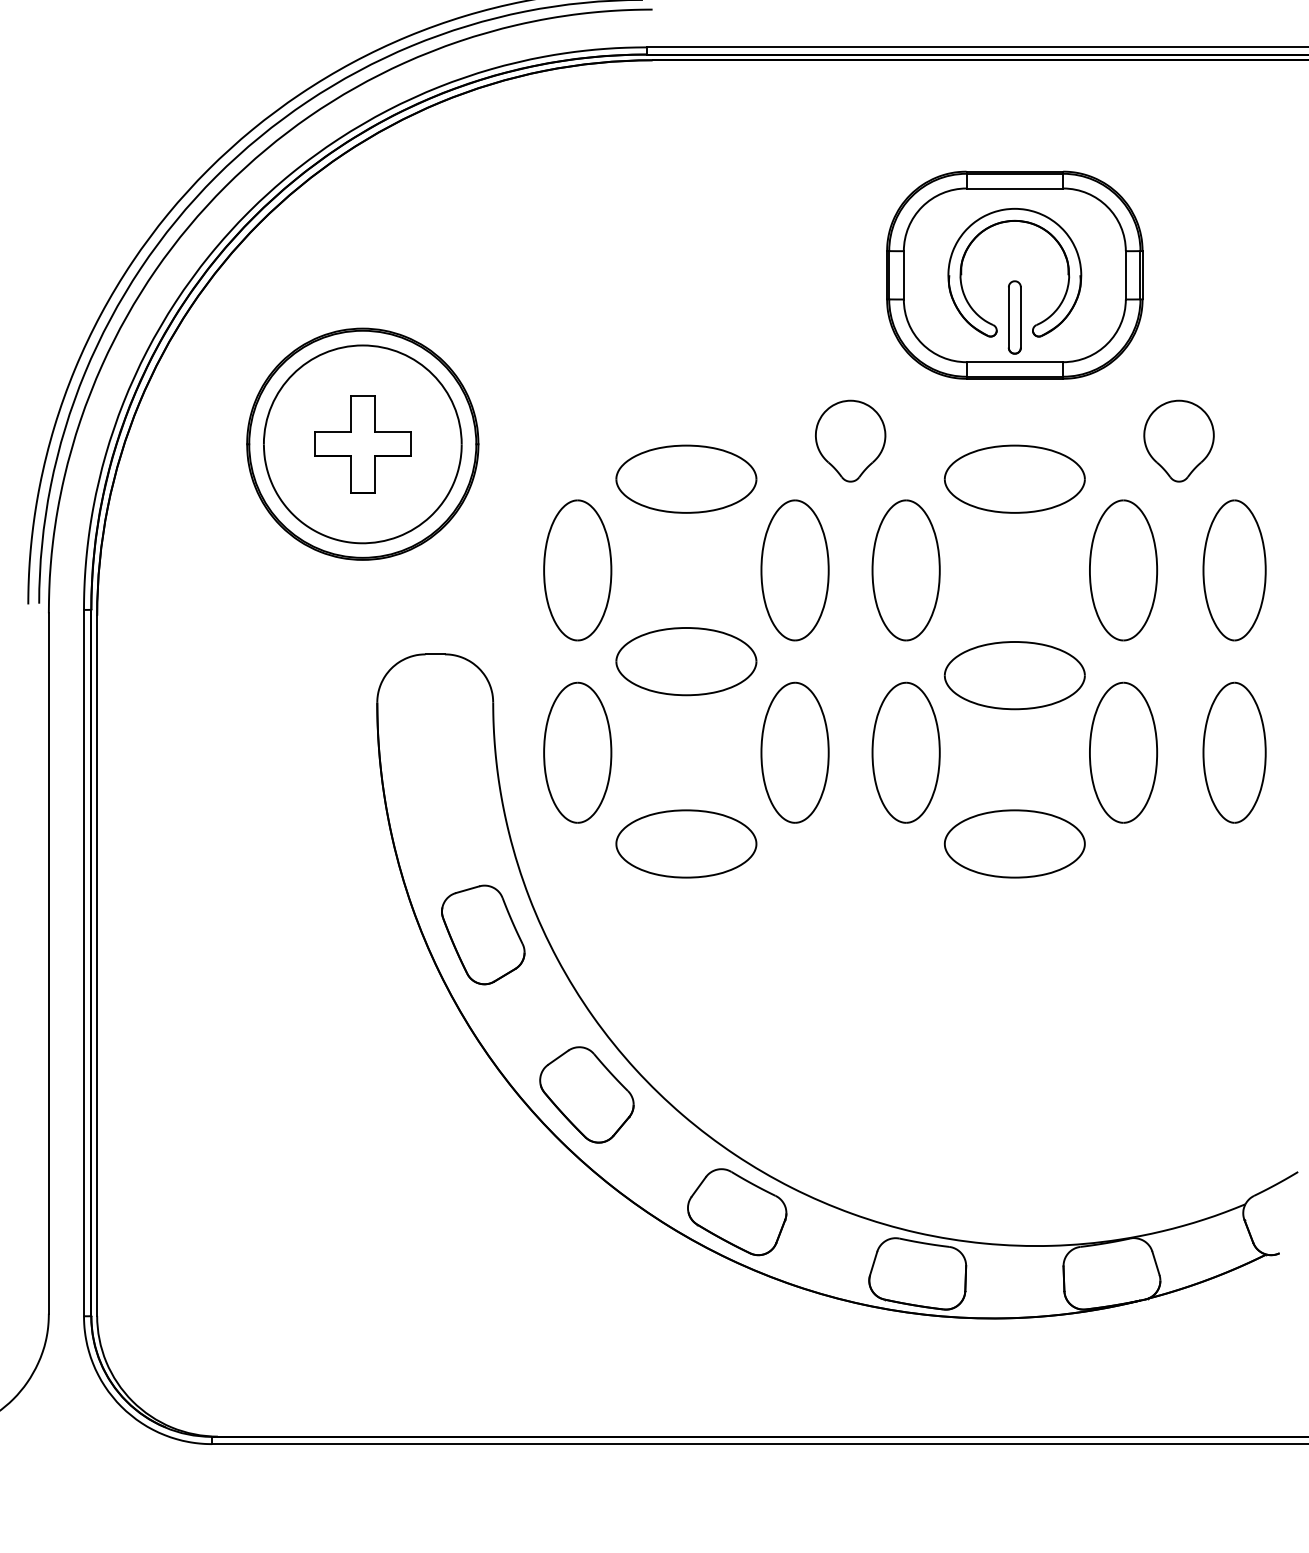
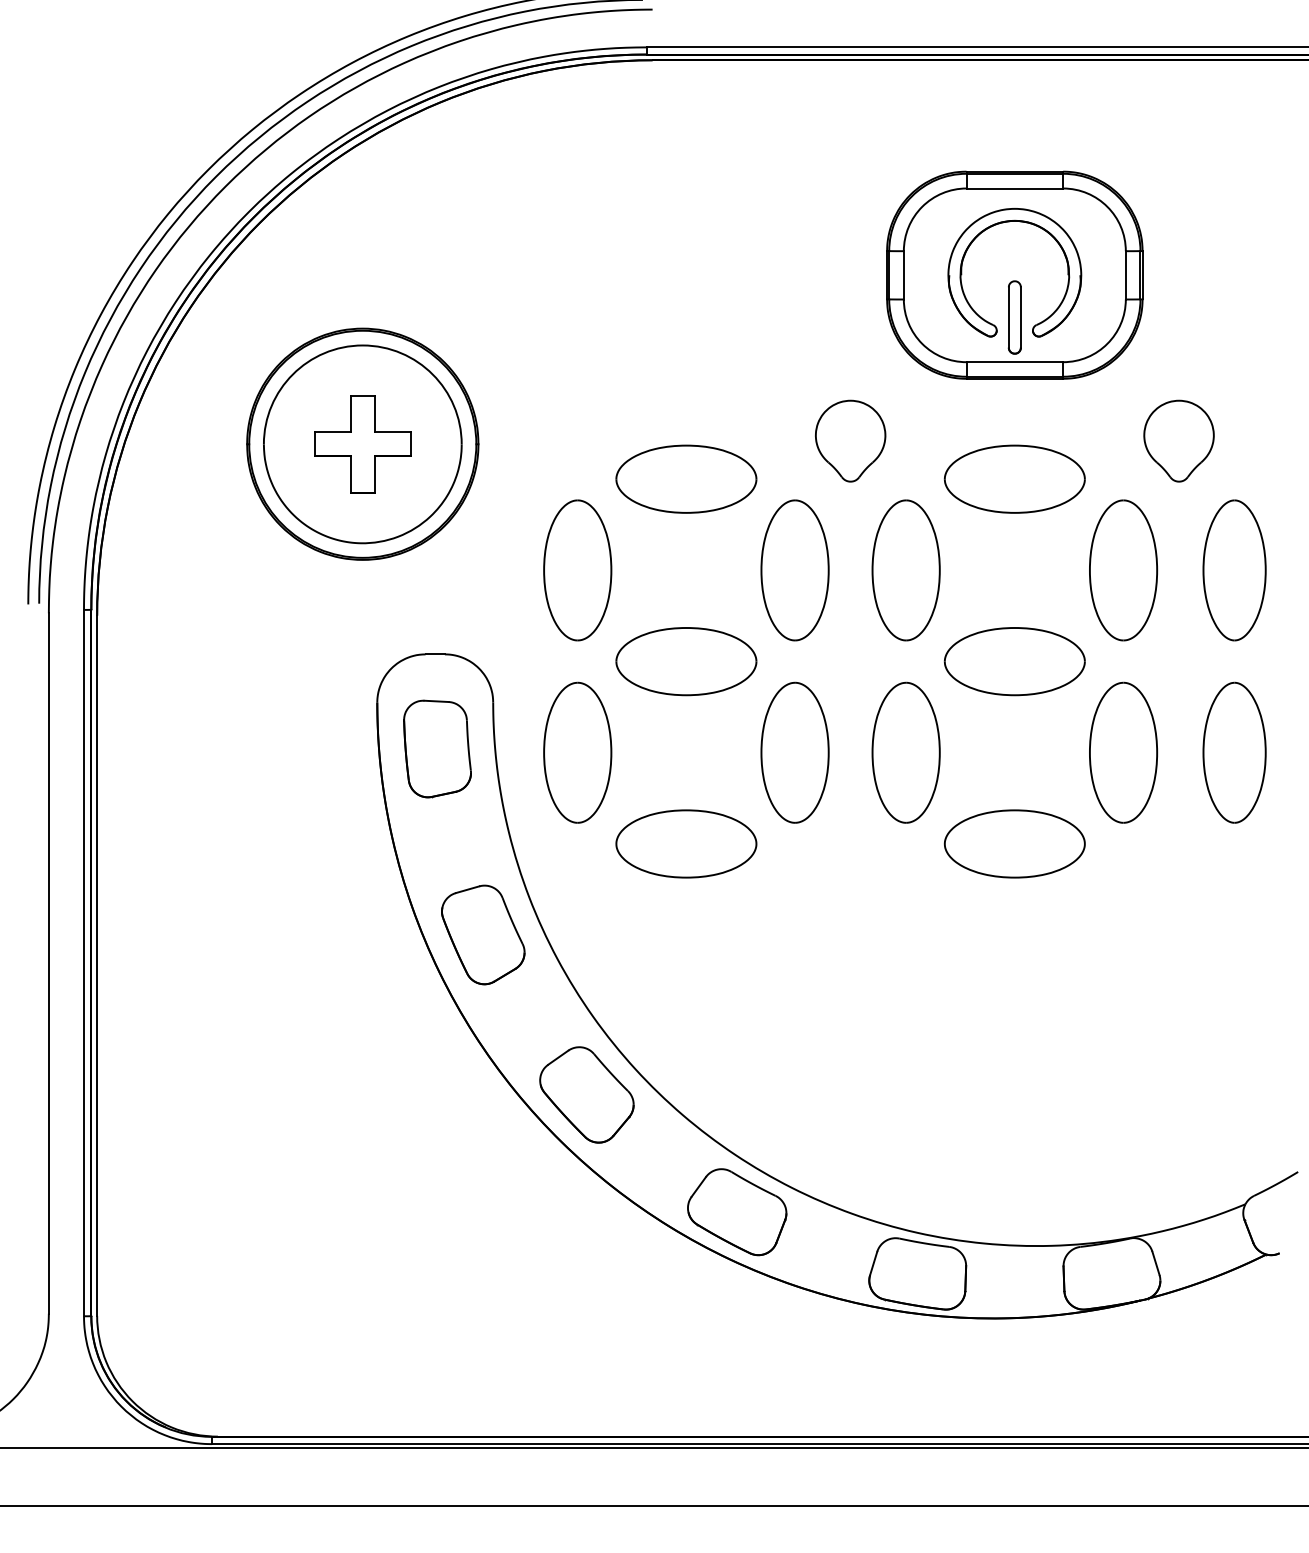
part at (1014, 675) position: (1014, 675) -> (1014, 661)
part at (437, 748): none -> present
line at (653, 1447): none -> present
line at (653, 1506): none -> present
